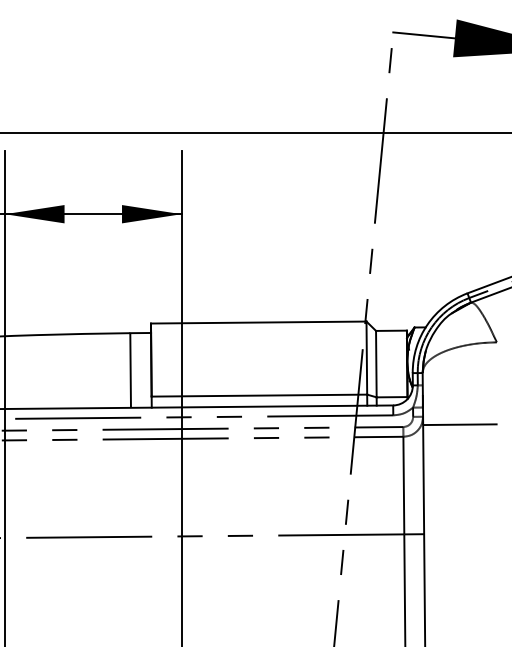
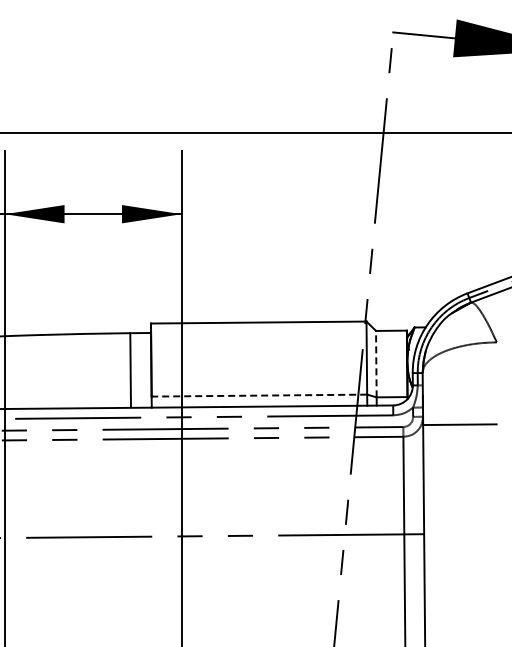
line at (376, 363): solid -> dashed
line at (259, 395): solid -> dashed
